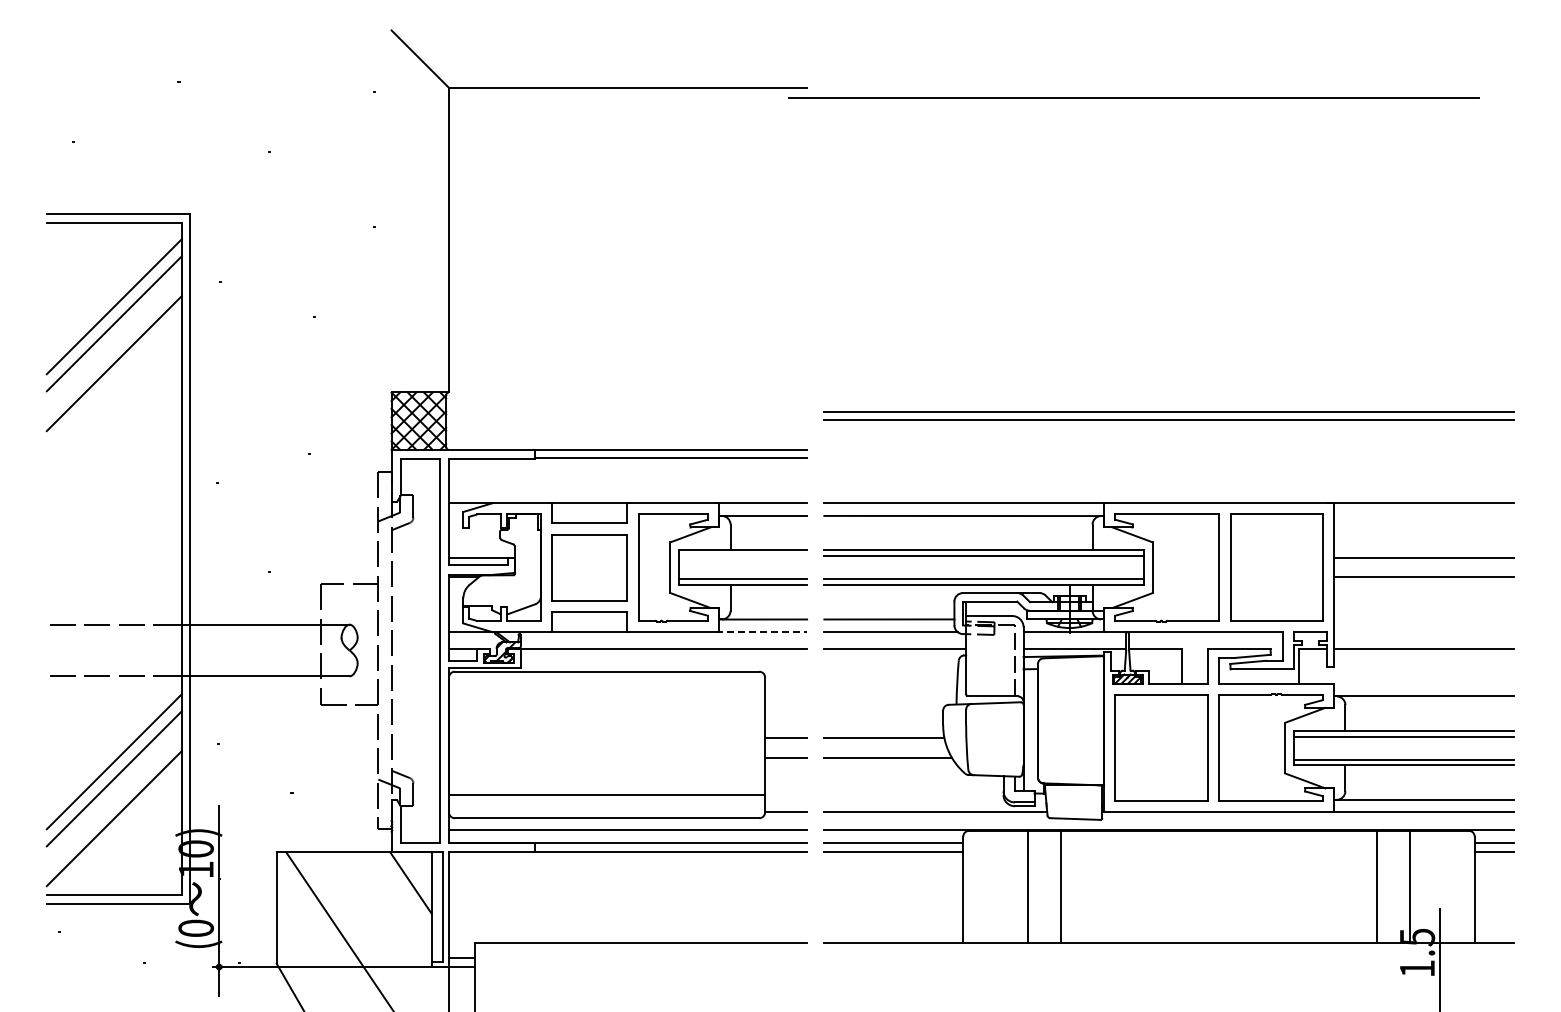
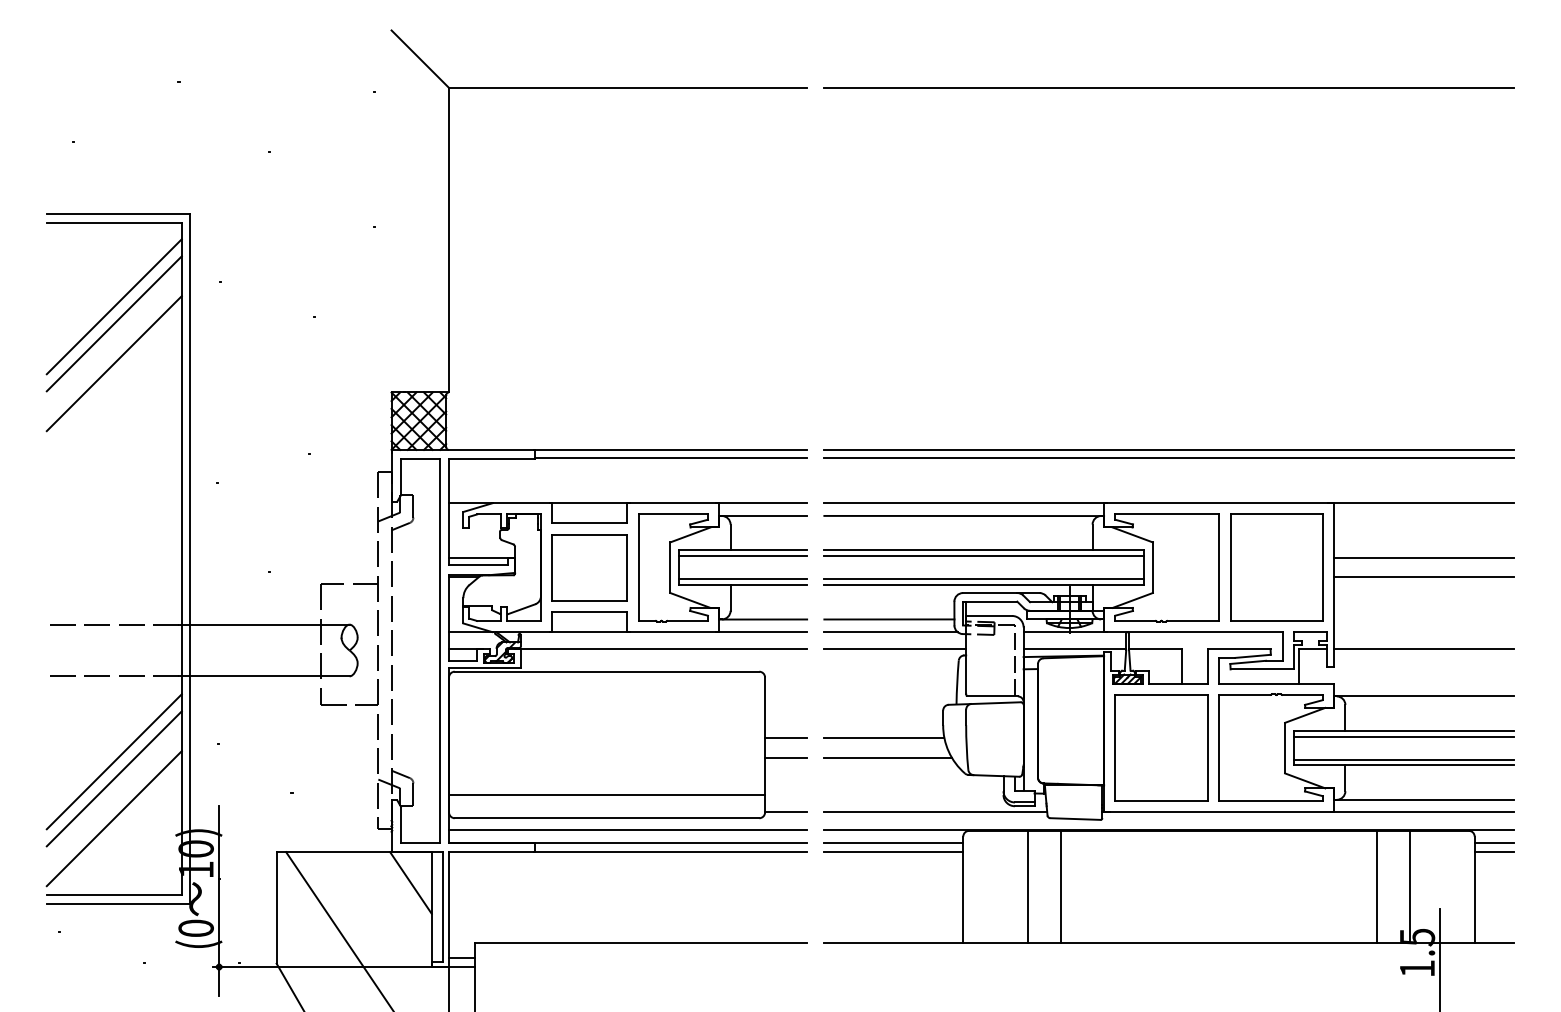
line at (1133, 97) position: (1133, 97) -> (1168, 87)
part at (1168, 415) position: (1168, 415) -> (1168, 453)
line at (742, 556): none -> present
line at (762, 632): dashed -> solid
